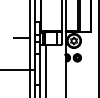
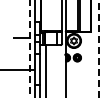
line at (30, 49): solid -> dashed
line at (98, 49): solid -> dashed
